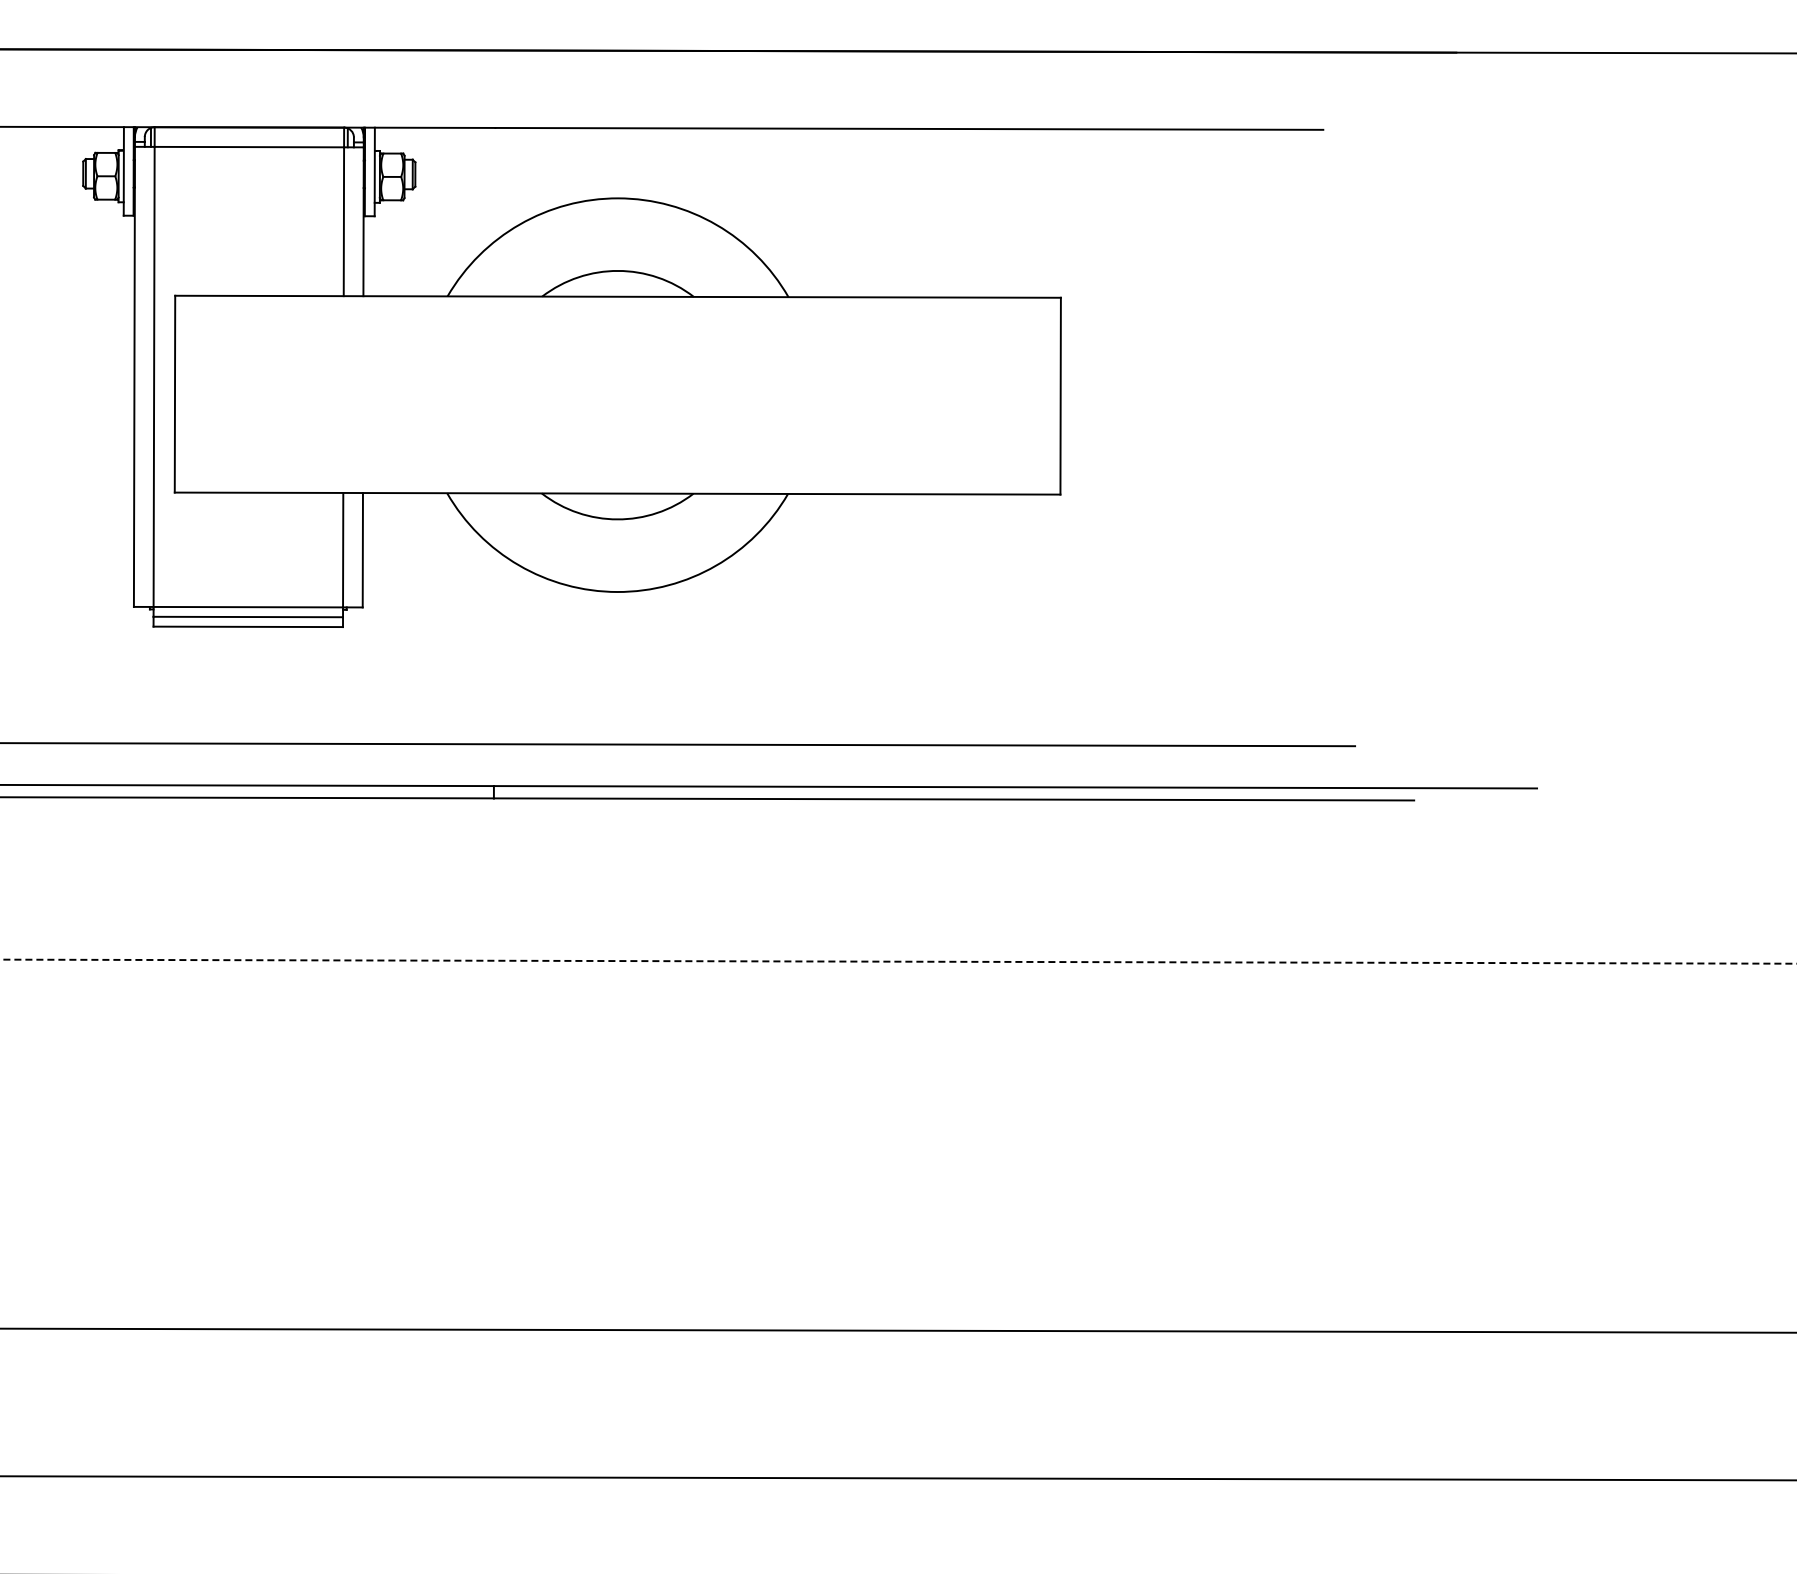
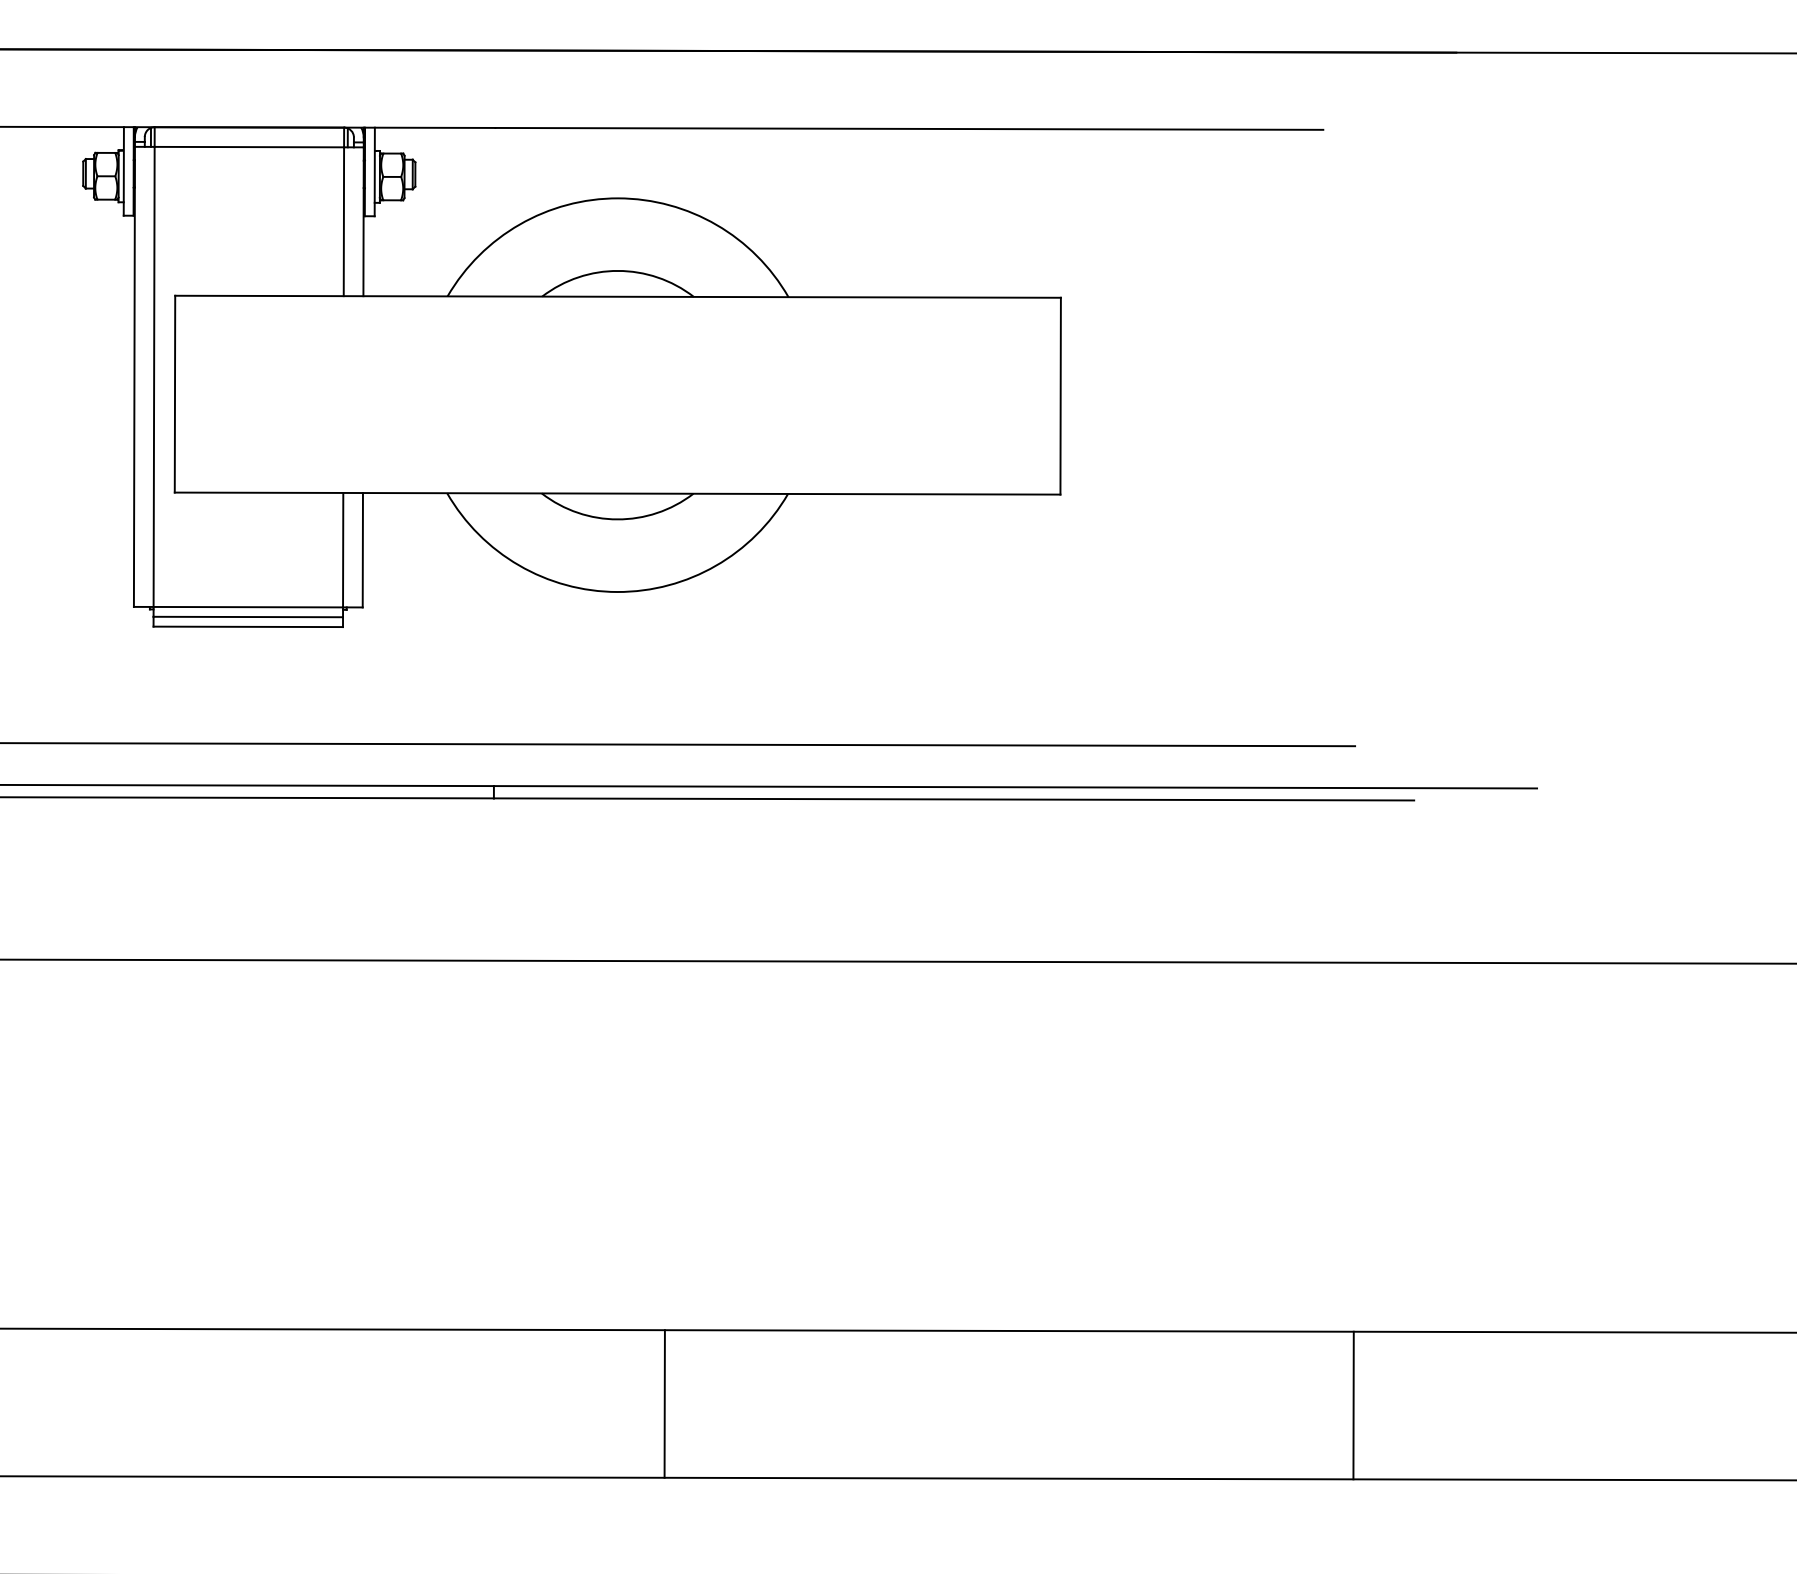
line at (899, 961): dashed -> solid
line at (664, 1403): none -> present
line at (1353, 1405): none -> present
